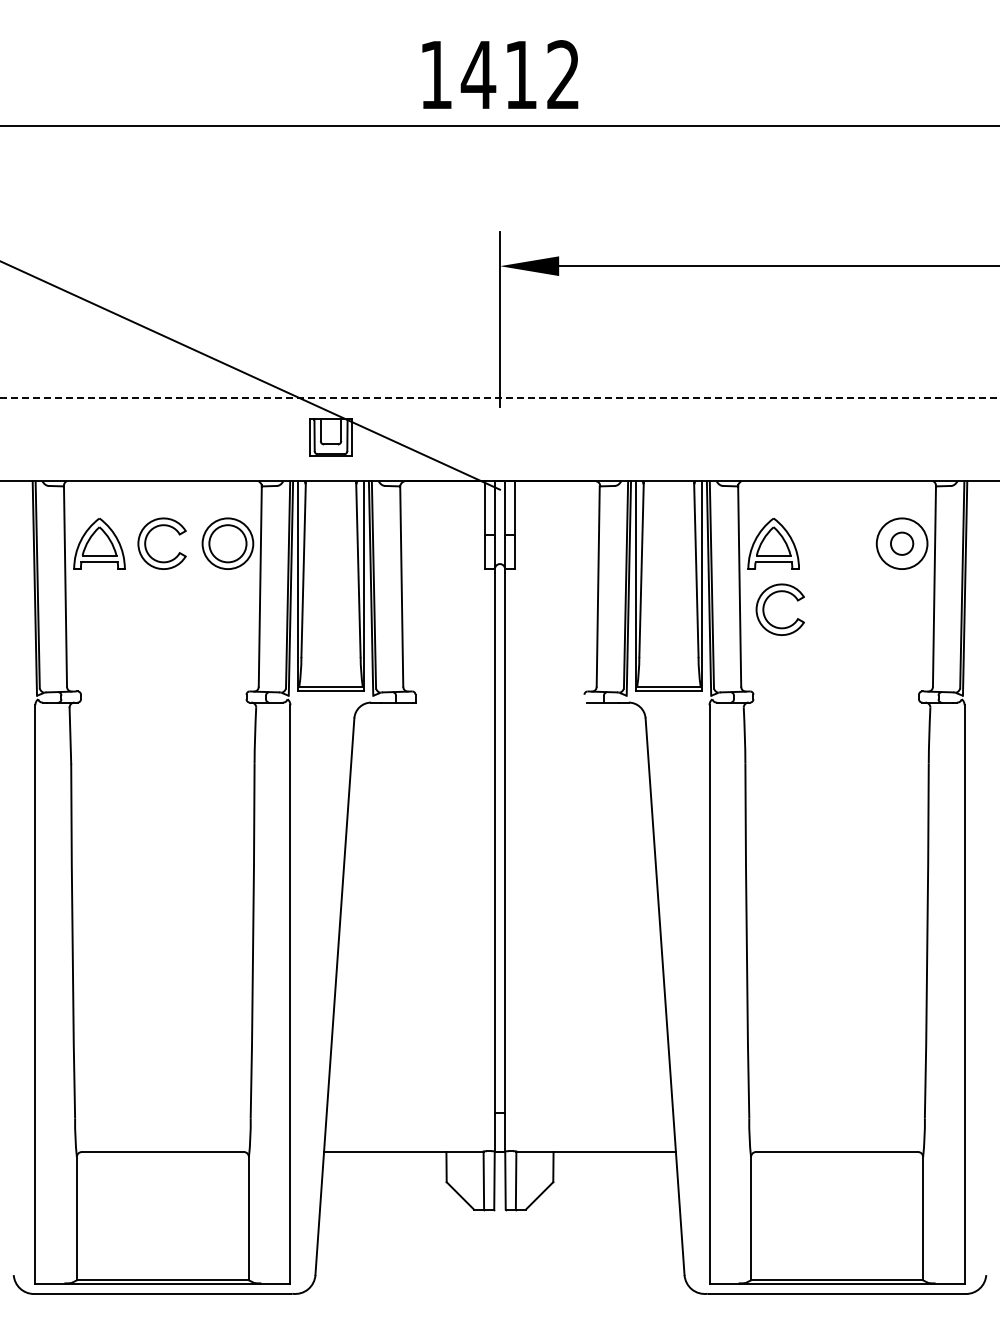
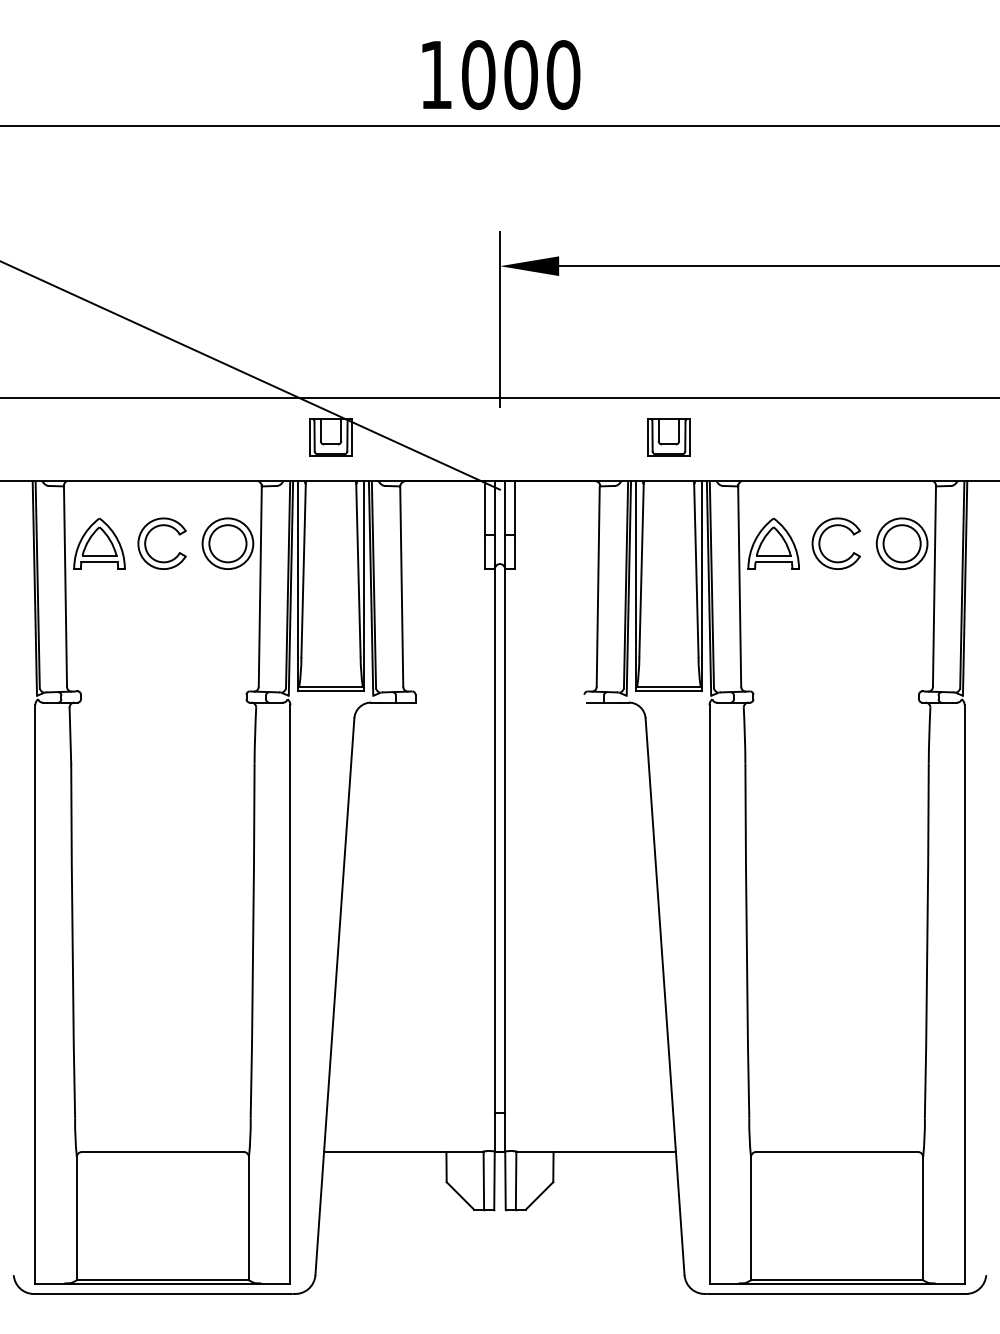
text at (520, 75): 1412 -> 1000
line at (499, 398): dashed -> solid
part at (668, 437): none -> present
circle at (901, 543) diameter: 22 px -> 37 px
part at (765, 604) position: (765, 604) -> (821, 538)
